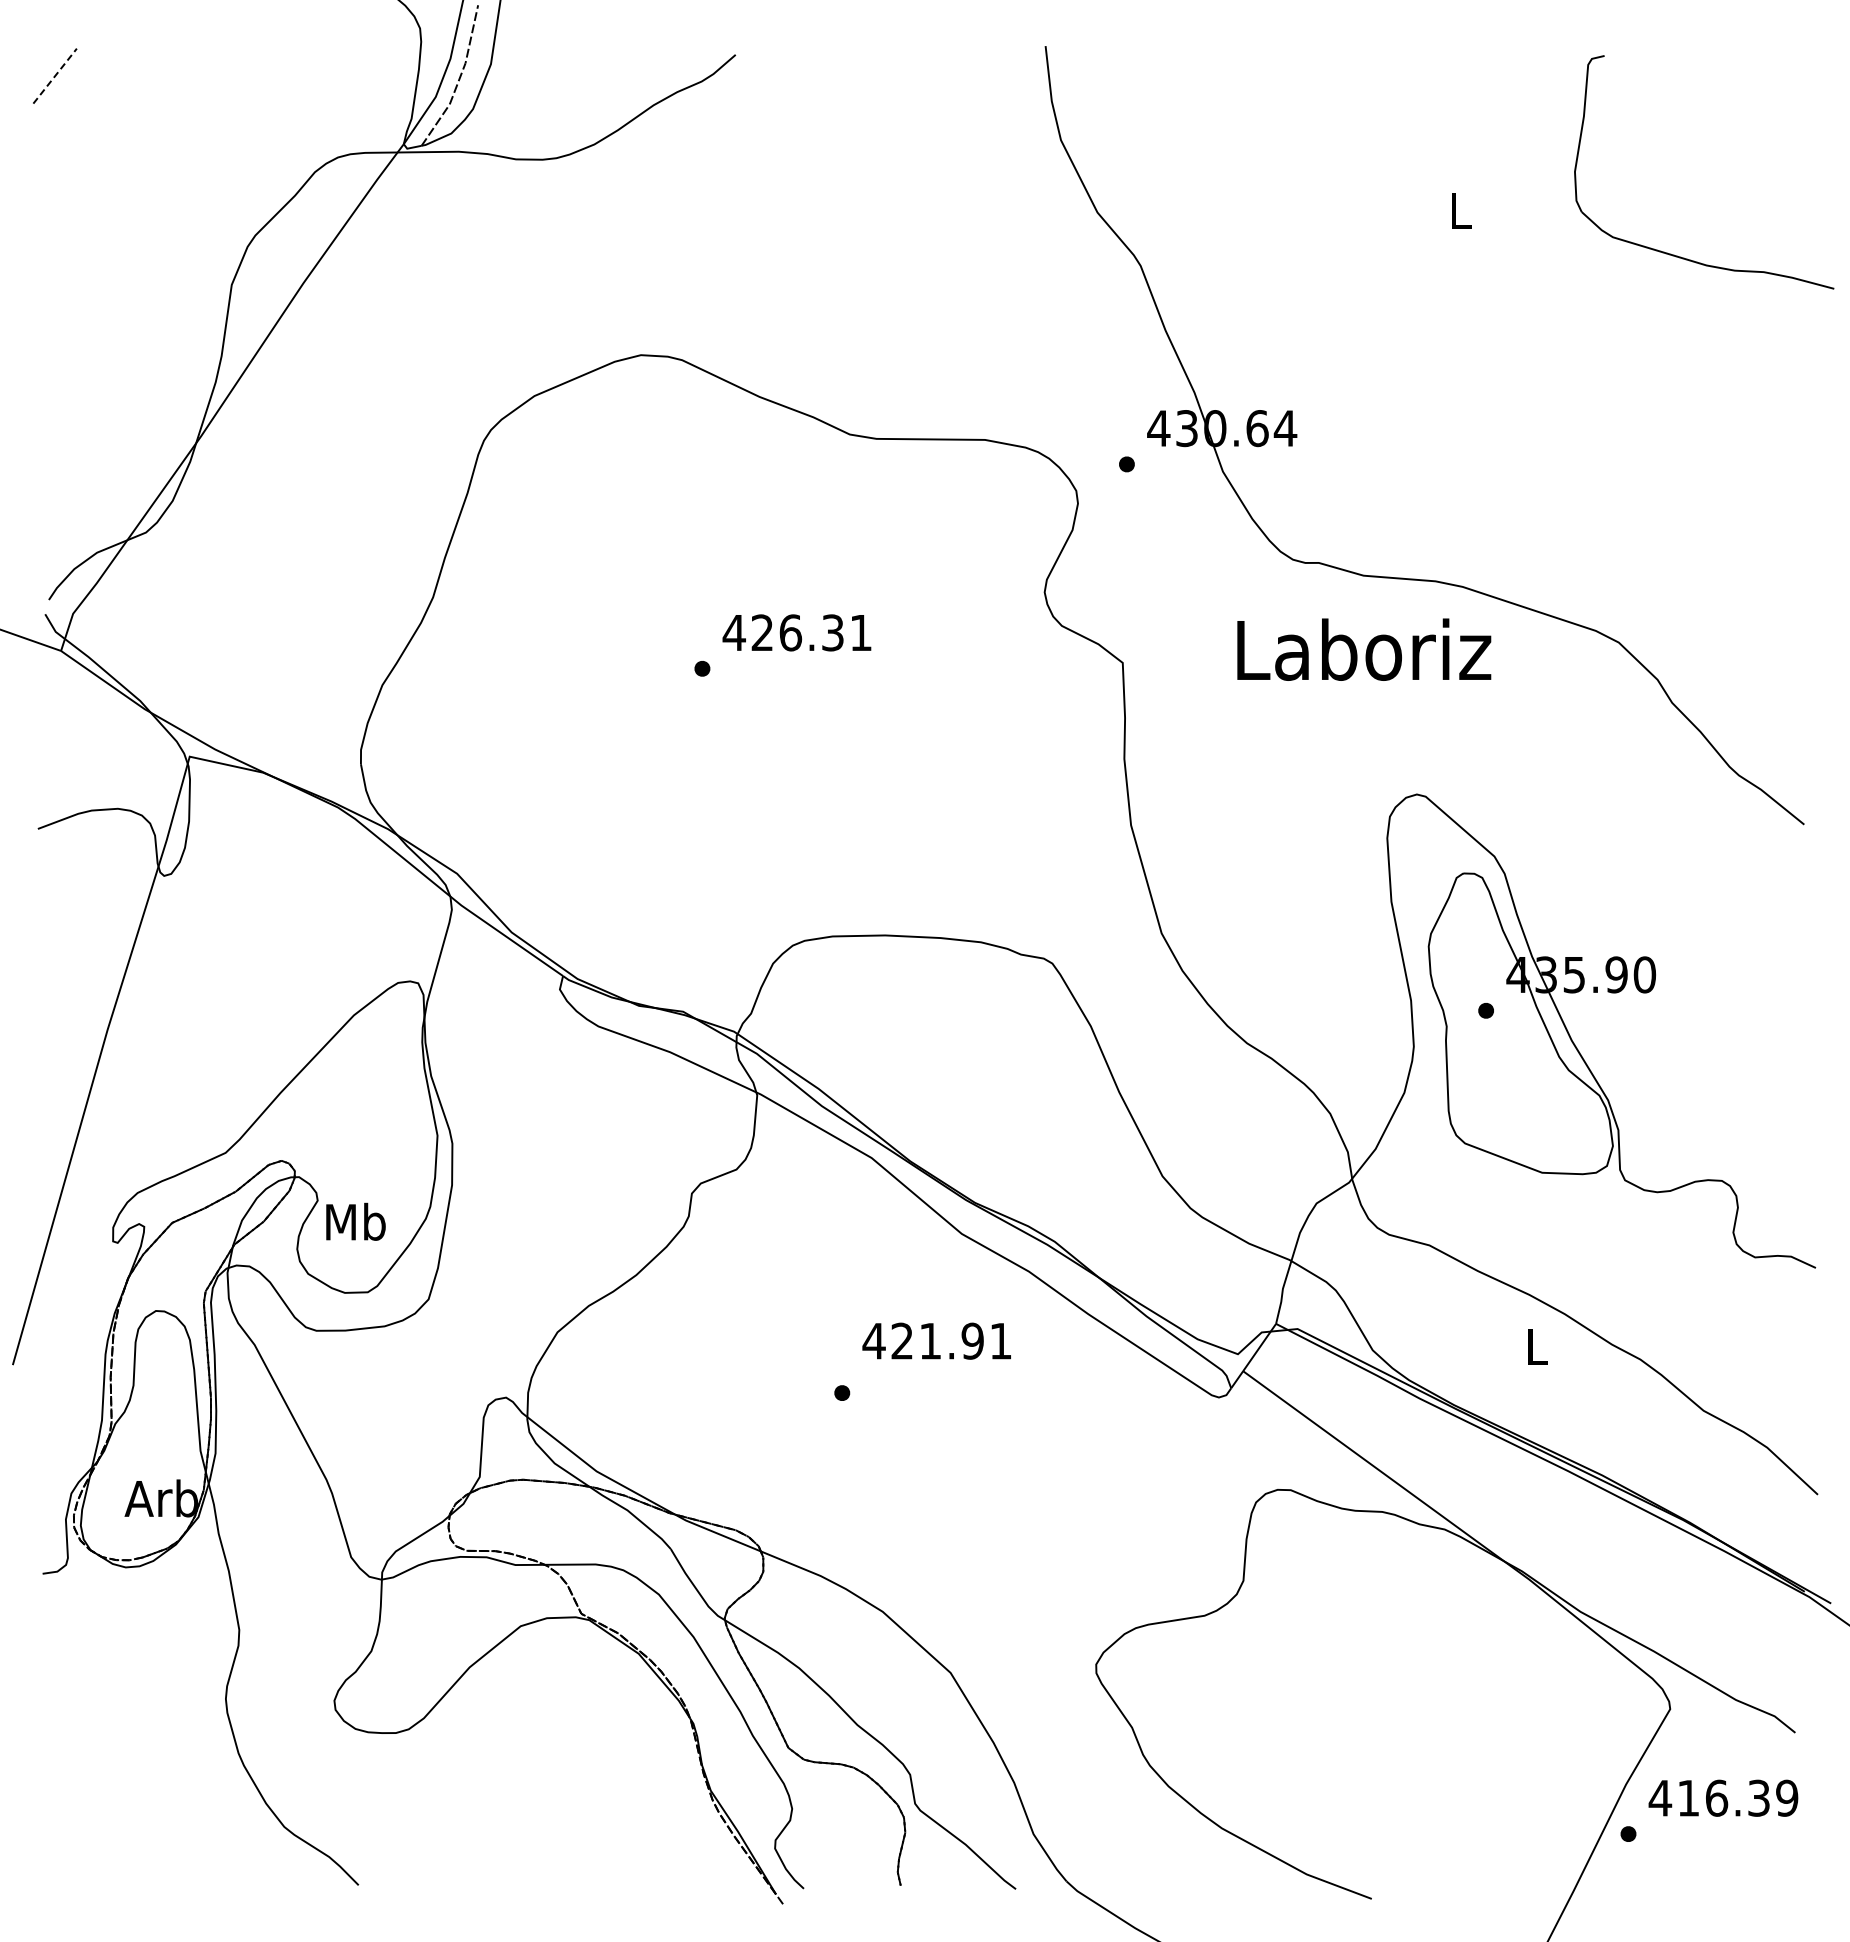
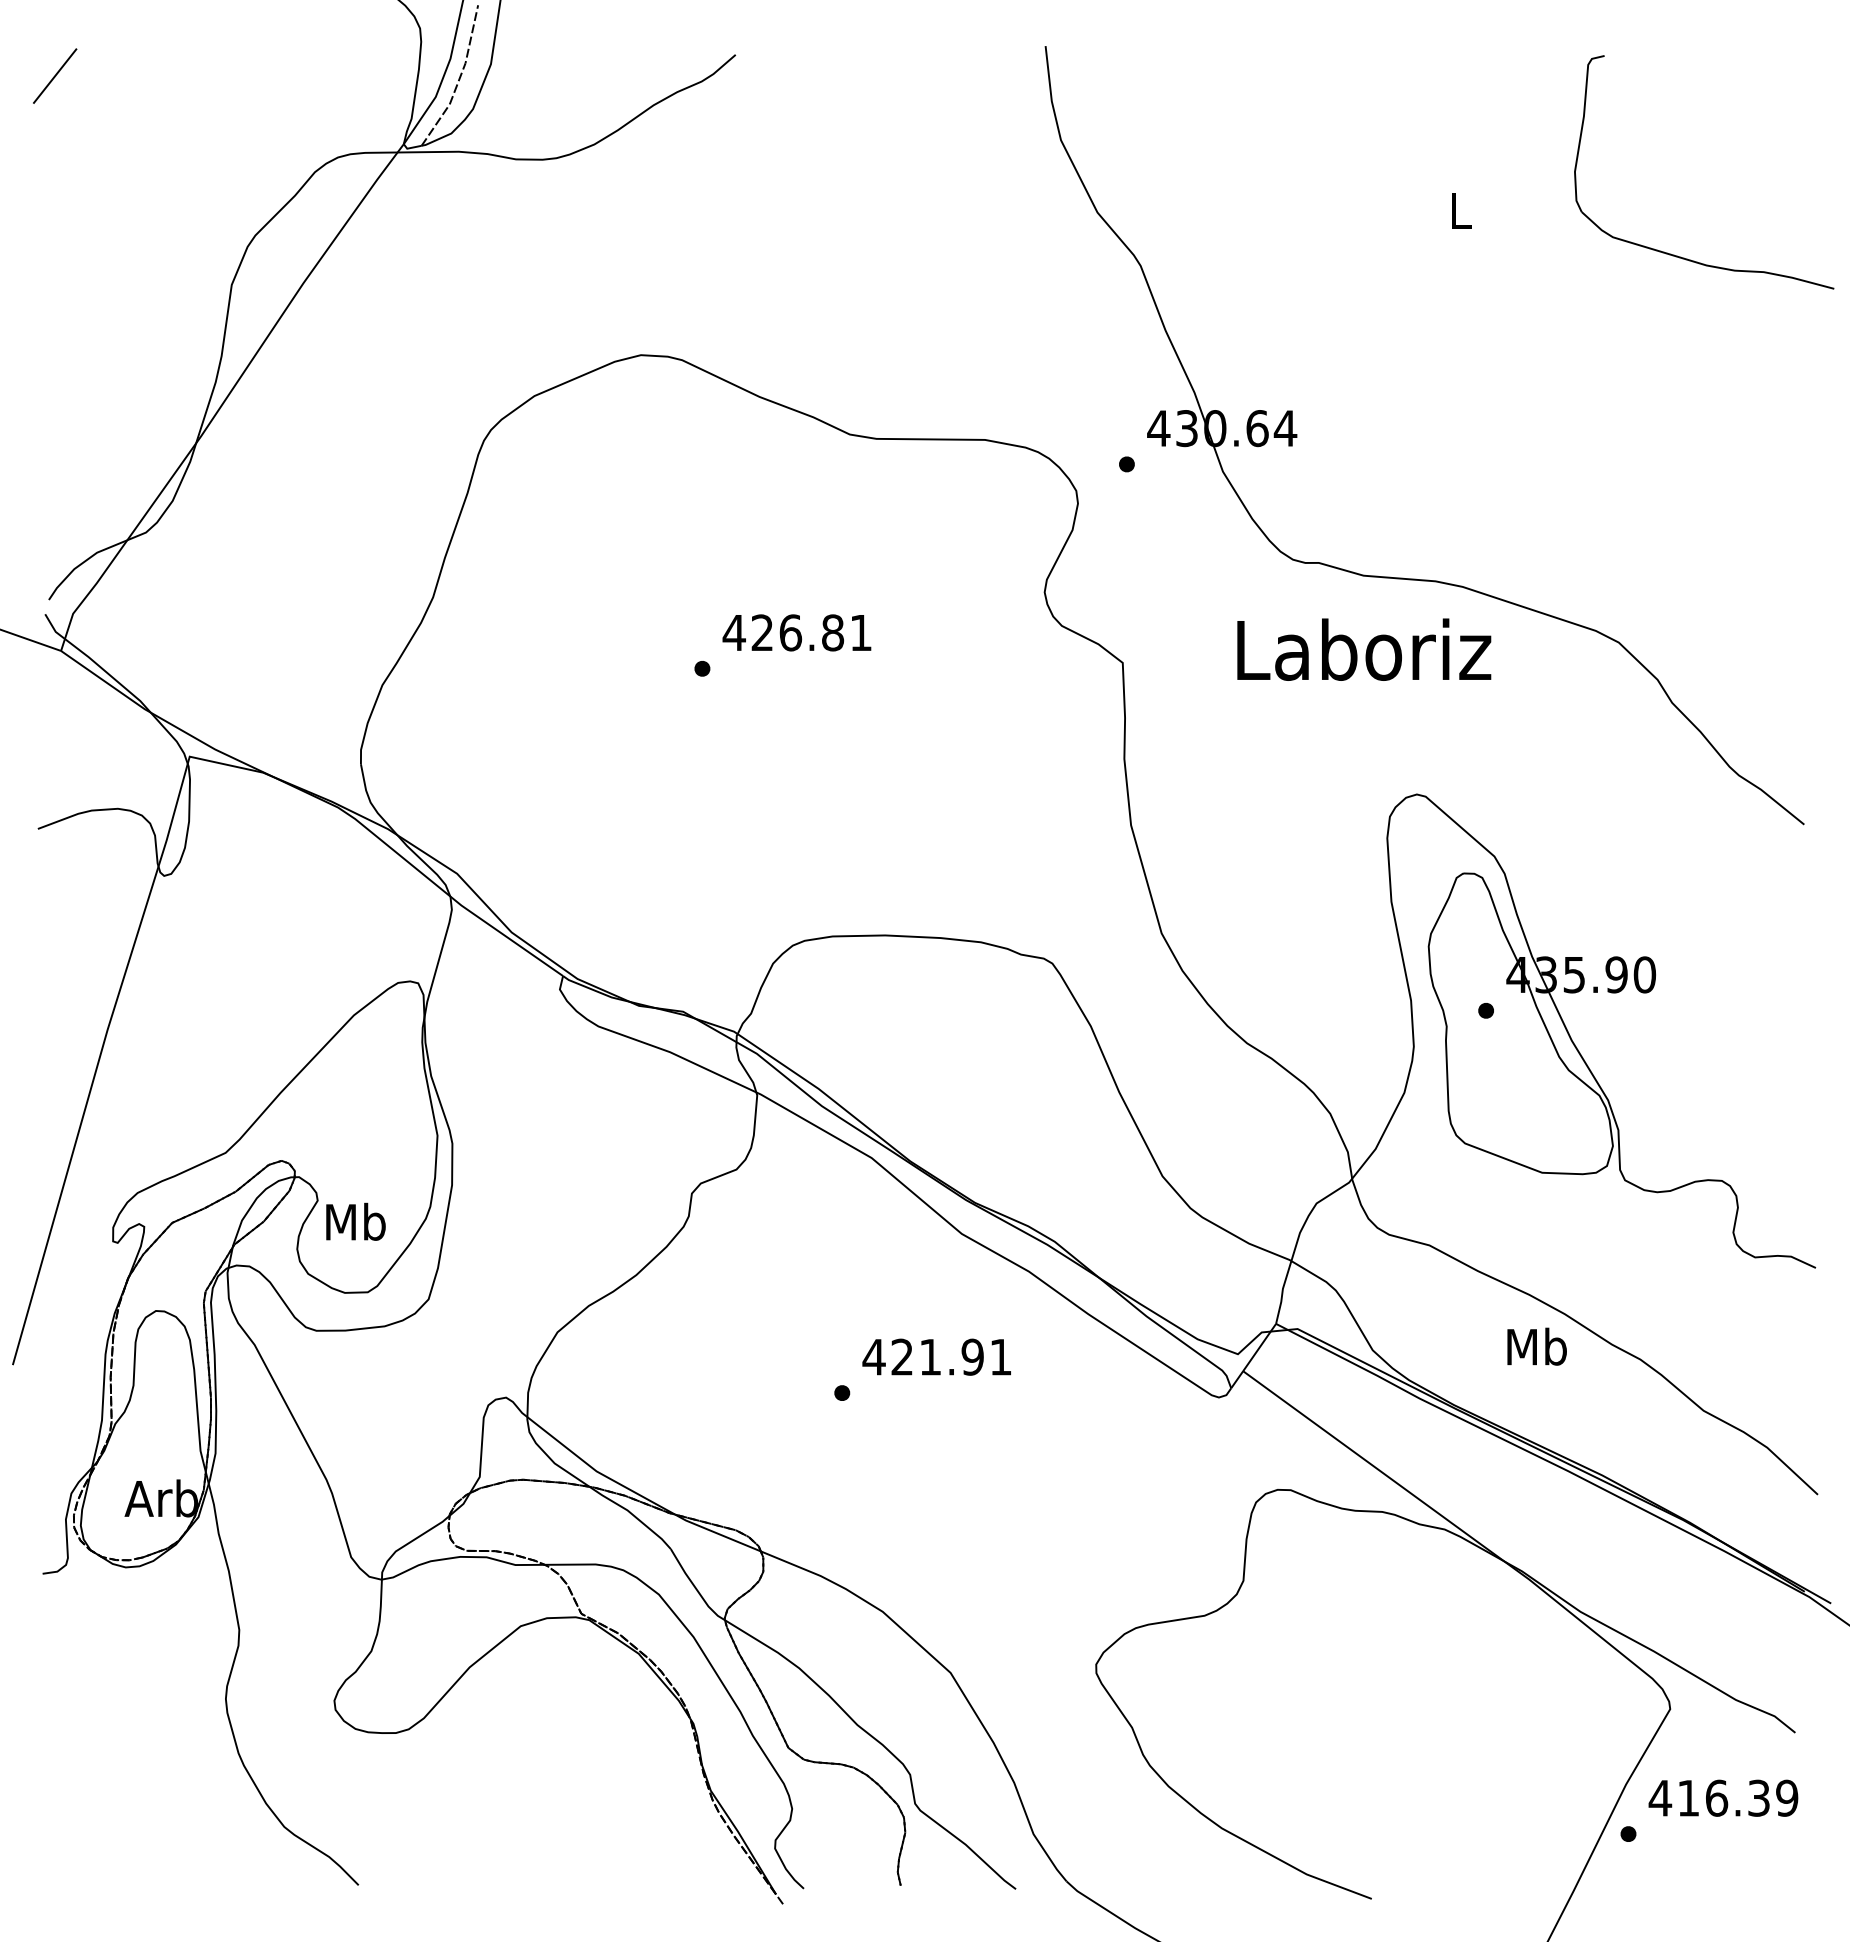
line at (55, 75): dashed -> solid
text at (833, 632): 426.31 -> 426.81
text at (936, 1340) position: (936, 1340) -> (936, 1356)
text at (1536, 1346): L -> Mb
